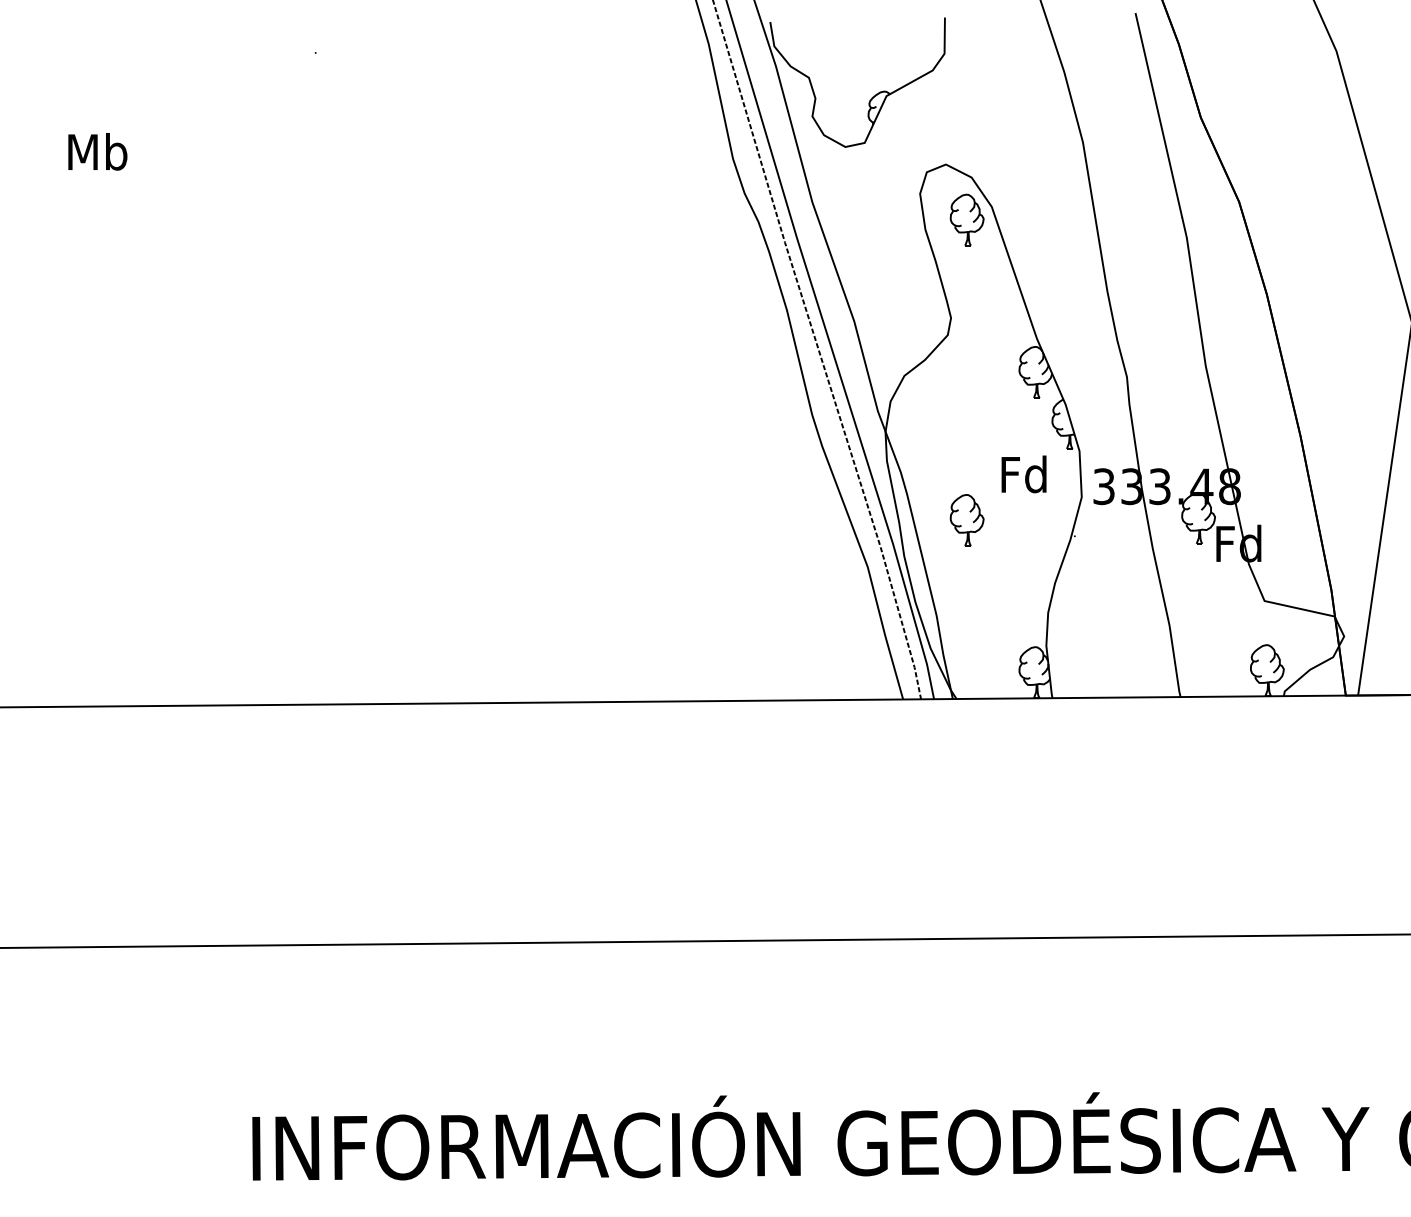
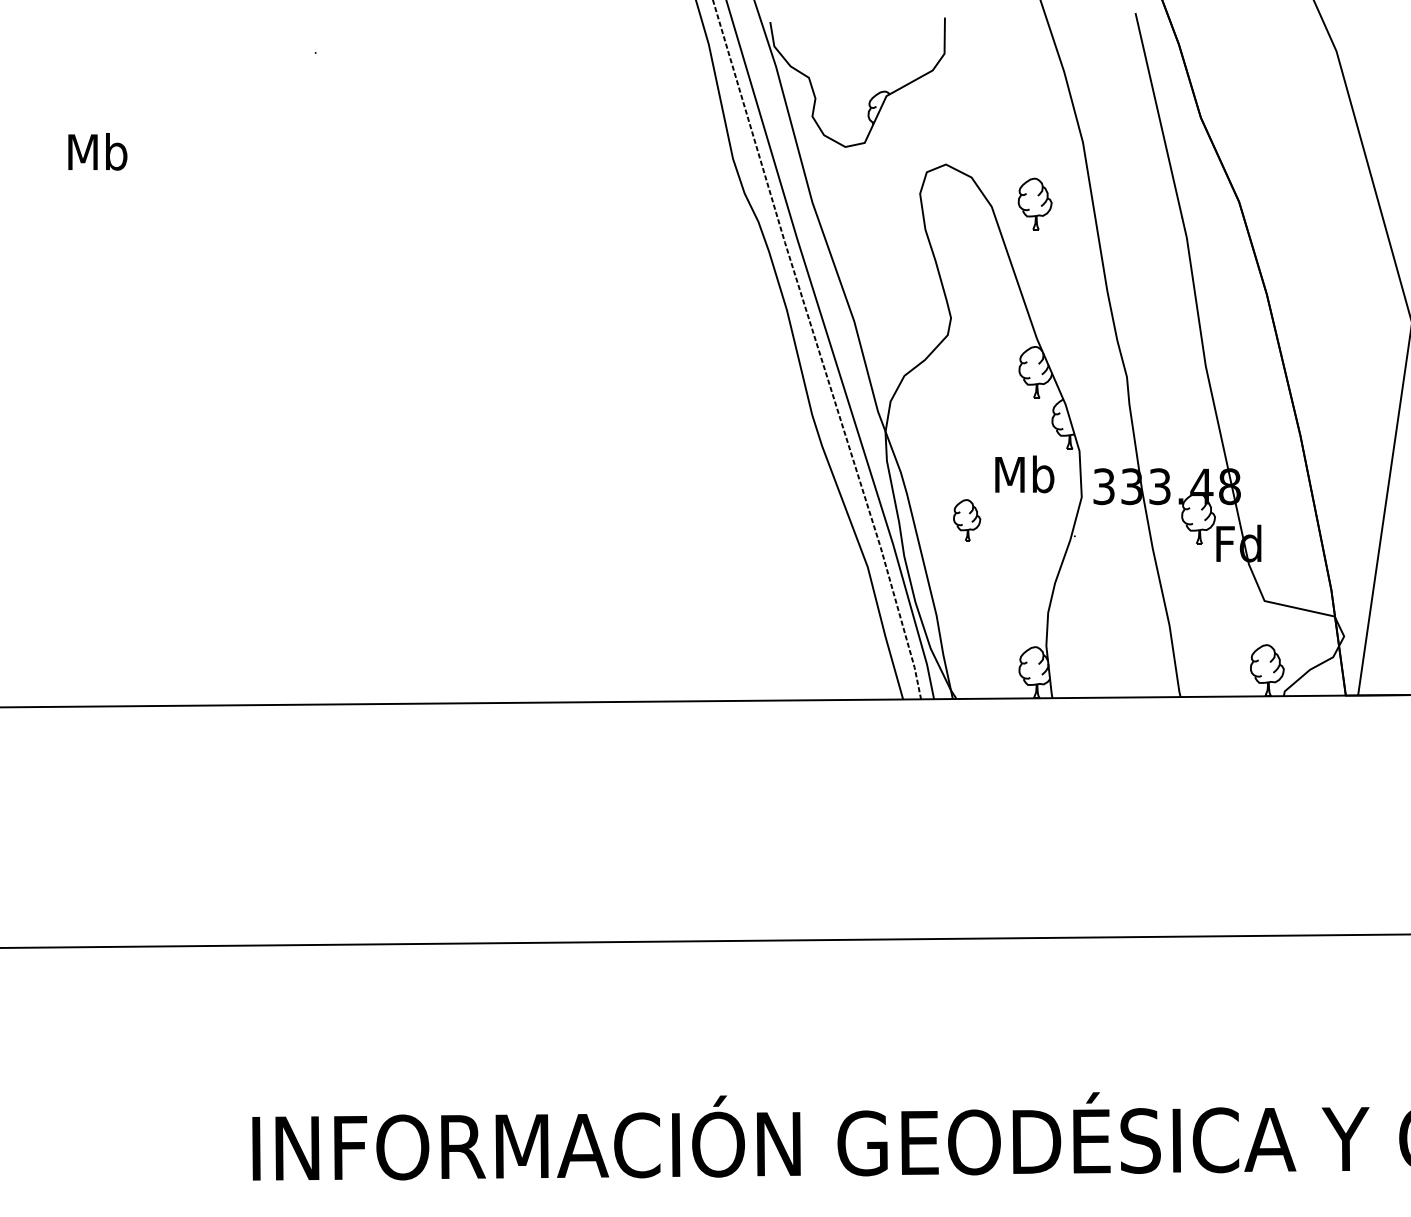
part at (966, 219) position: (966, 219) -> (1034, 203)
text at (1024, 474): Fd -> Mb
part at (966, 520) size: 36x53 px -> 29x43 px
